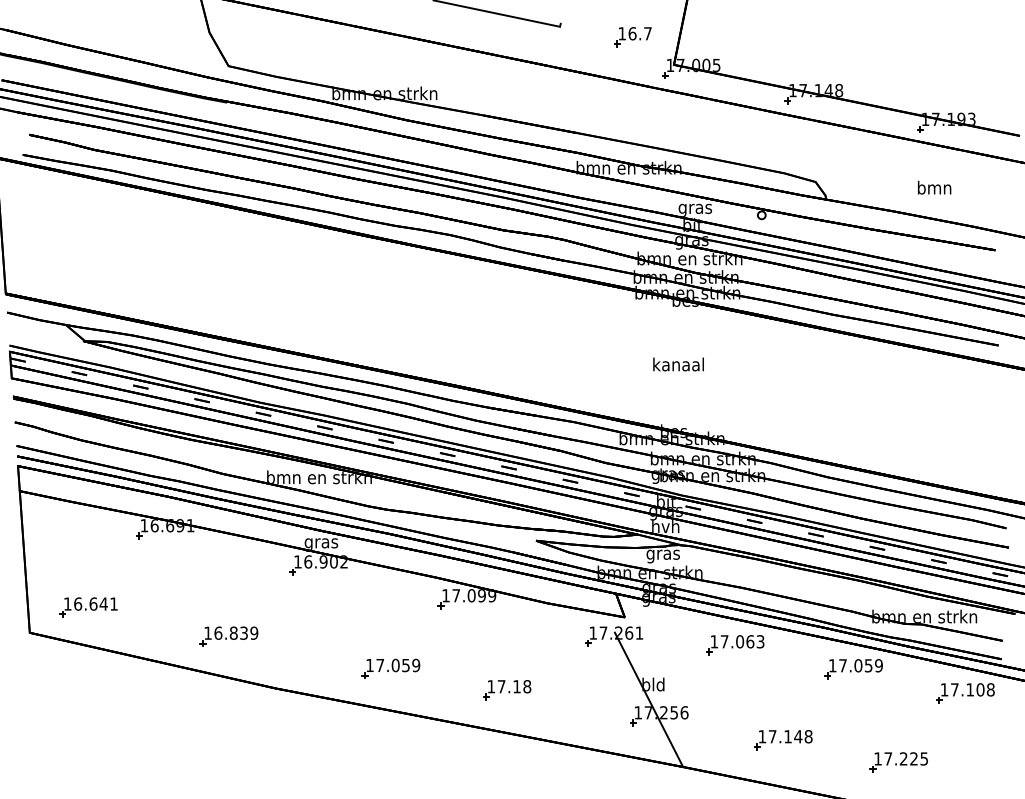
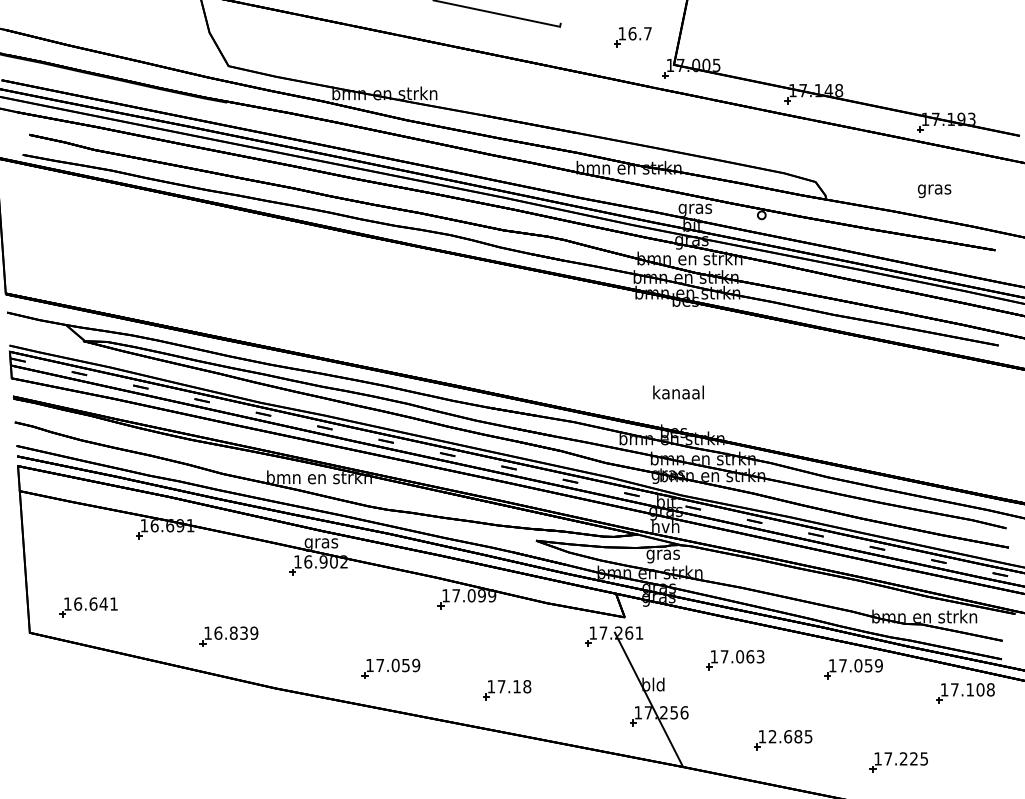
text at (934, 189): bmn -> gras
text at (678, 364) position: (678, 364) -> (678, 392)
part at (735, 645) position: (735, 645) -> (735, 660)
text at (790, 736): 17.148 -> 12.685
